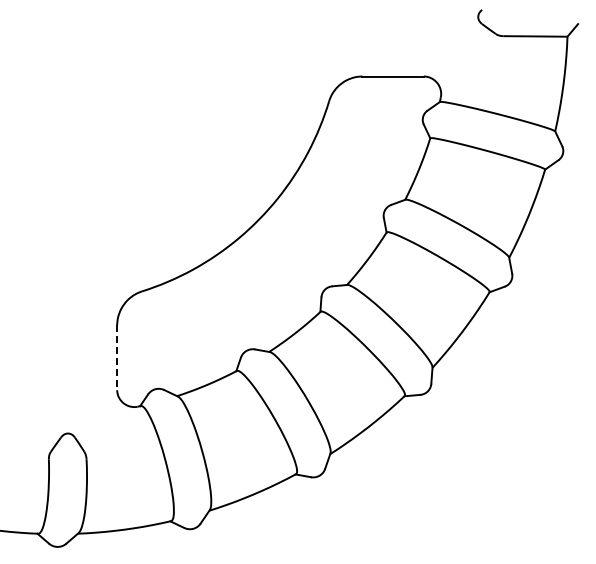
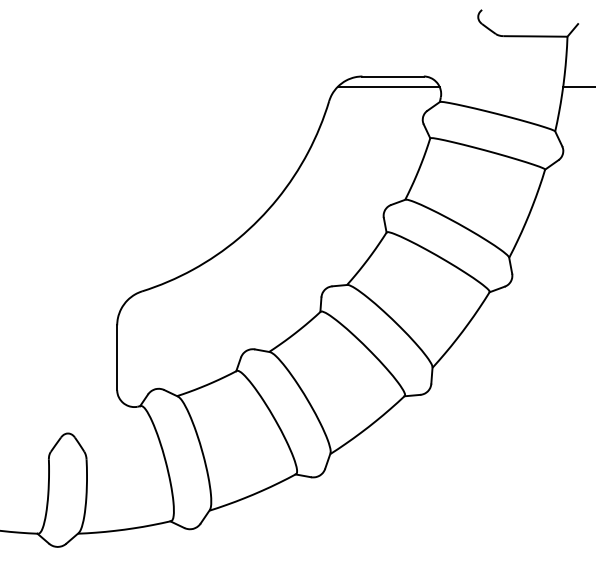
line at (388, 86): none -> present
line at (577, 86): none -> present
line at (117, 358): dashed -> solid
